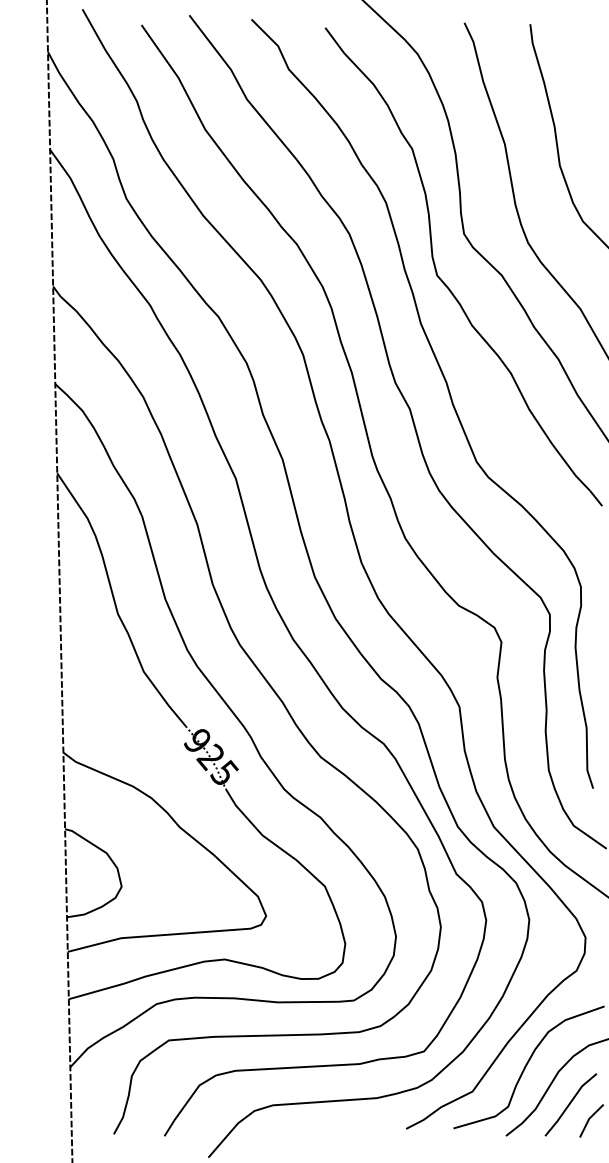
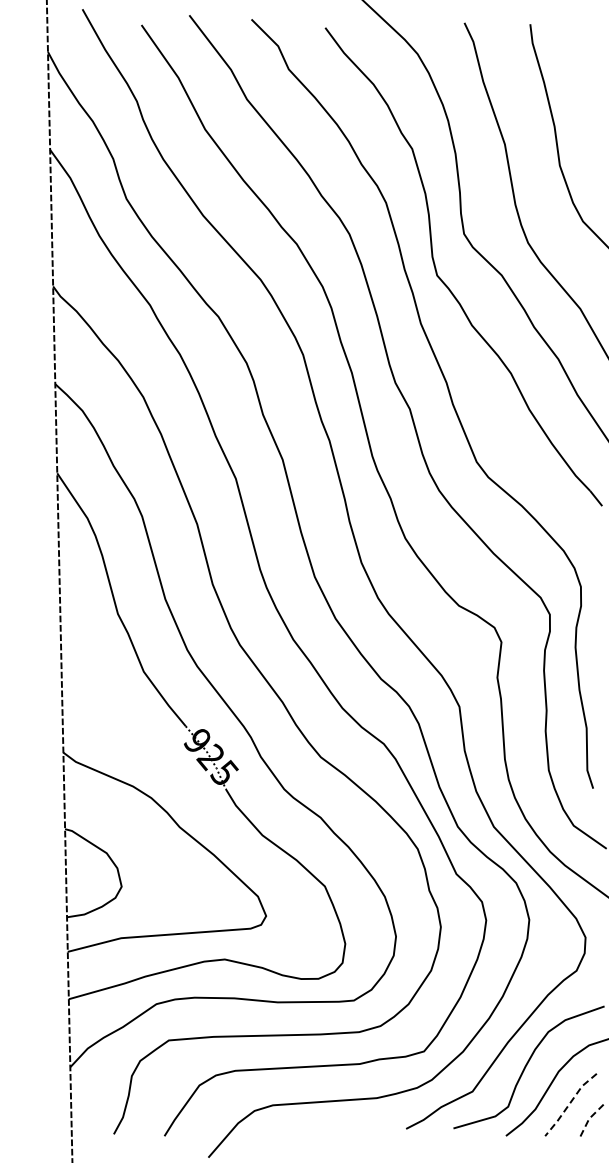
line at (569, 1103): solid -> dashed
line at (589, 1118): solid -> dashed
